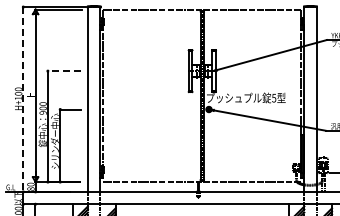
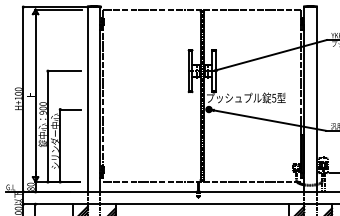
line at (64, 71): dashed -> solid
line at (23, 99): dashed -> solid
